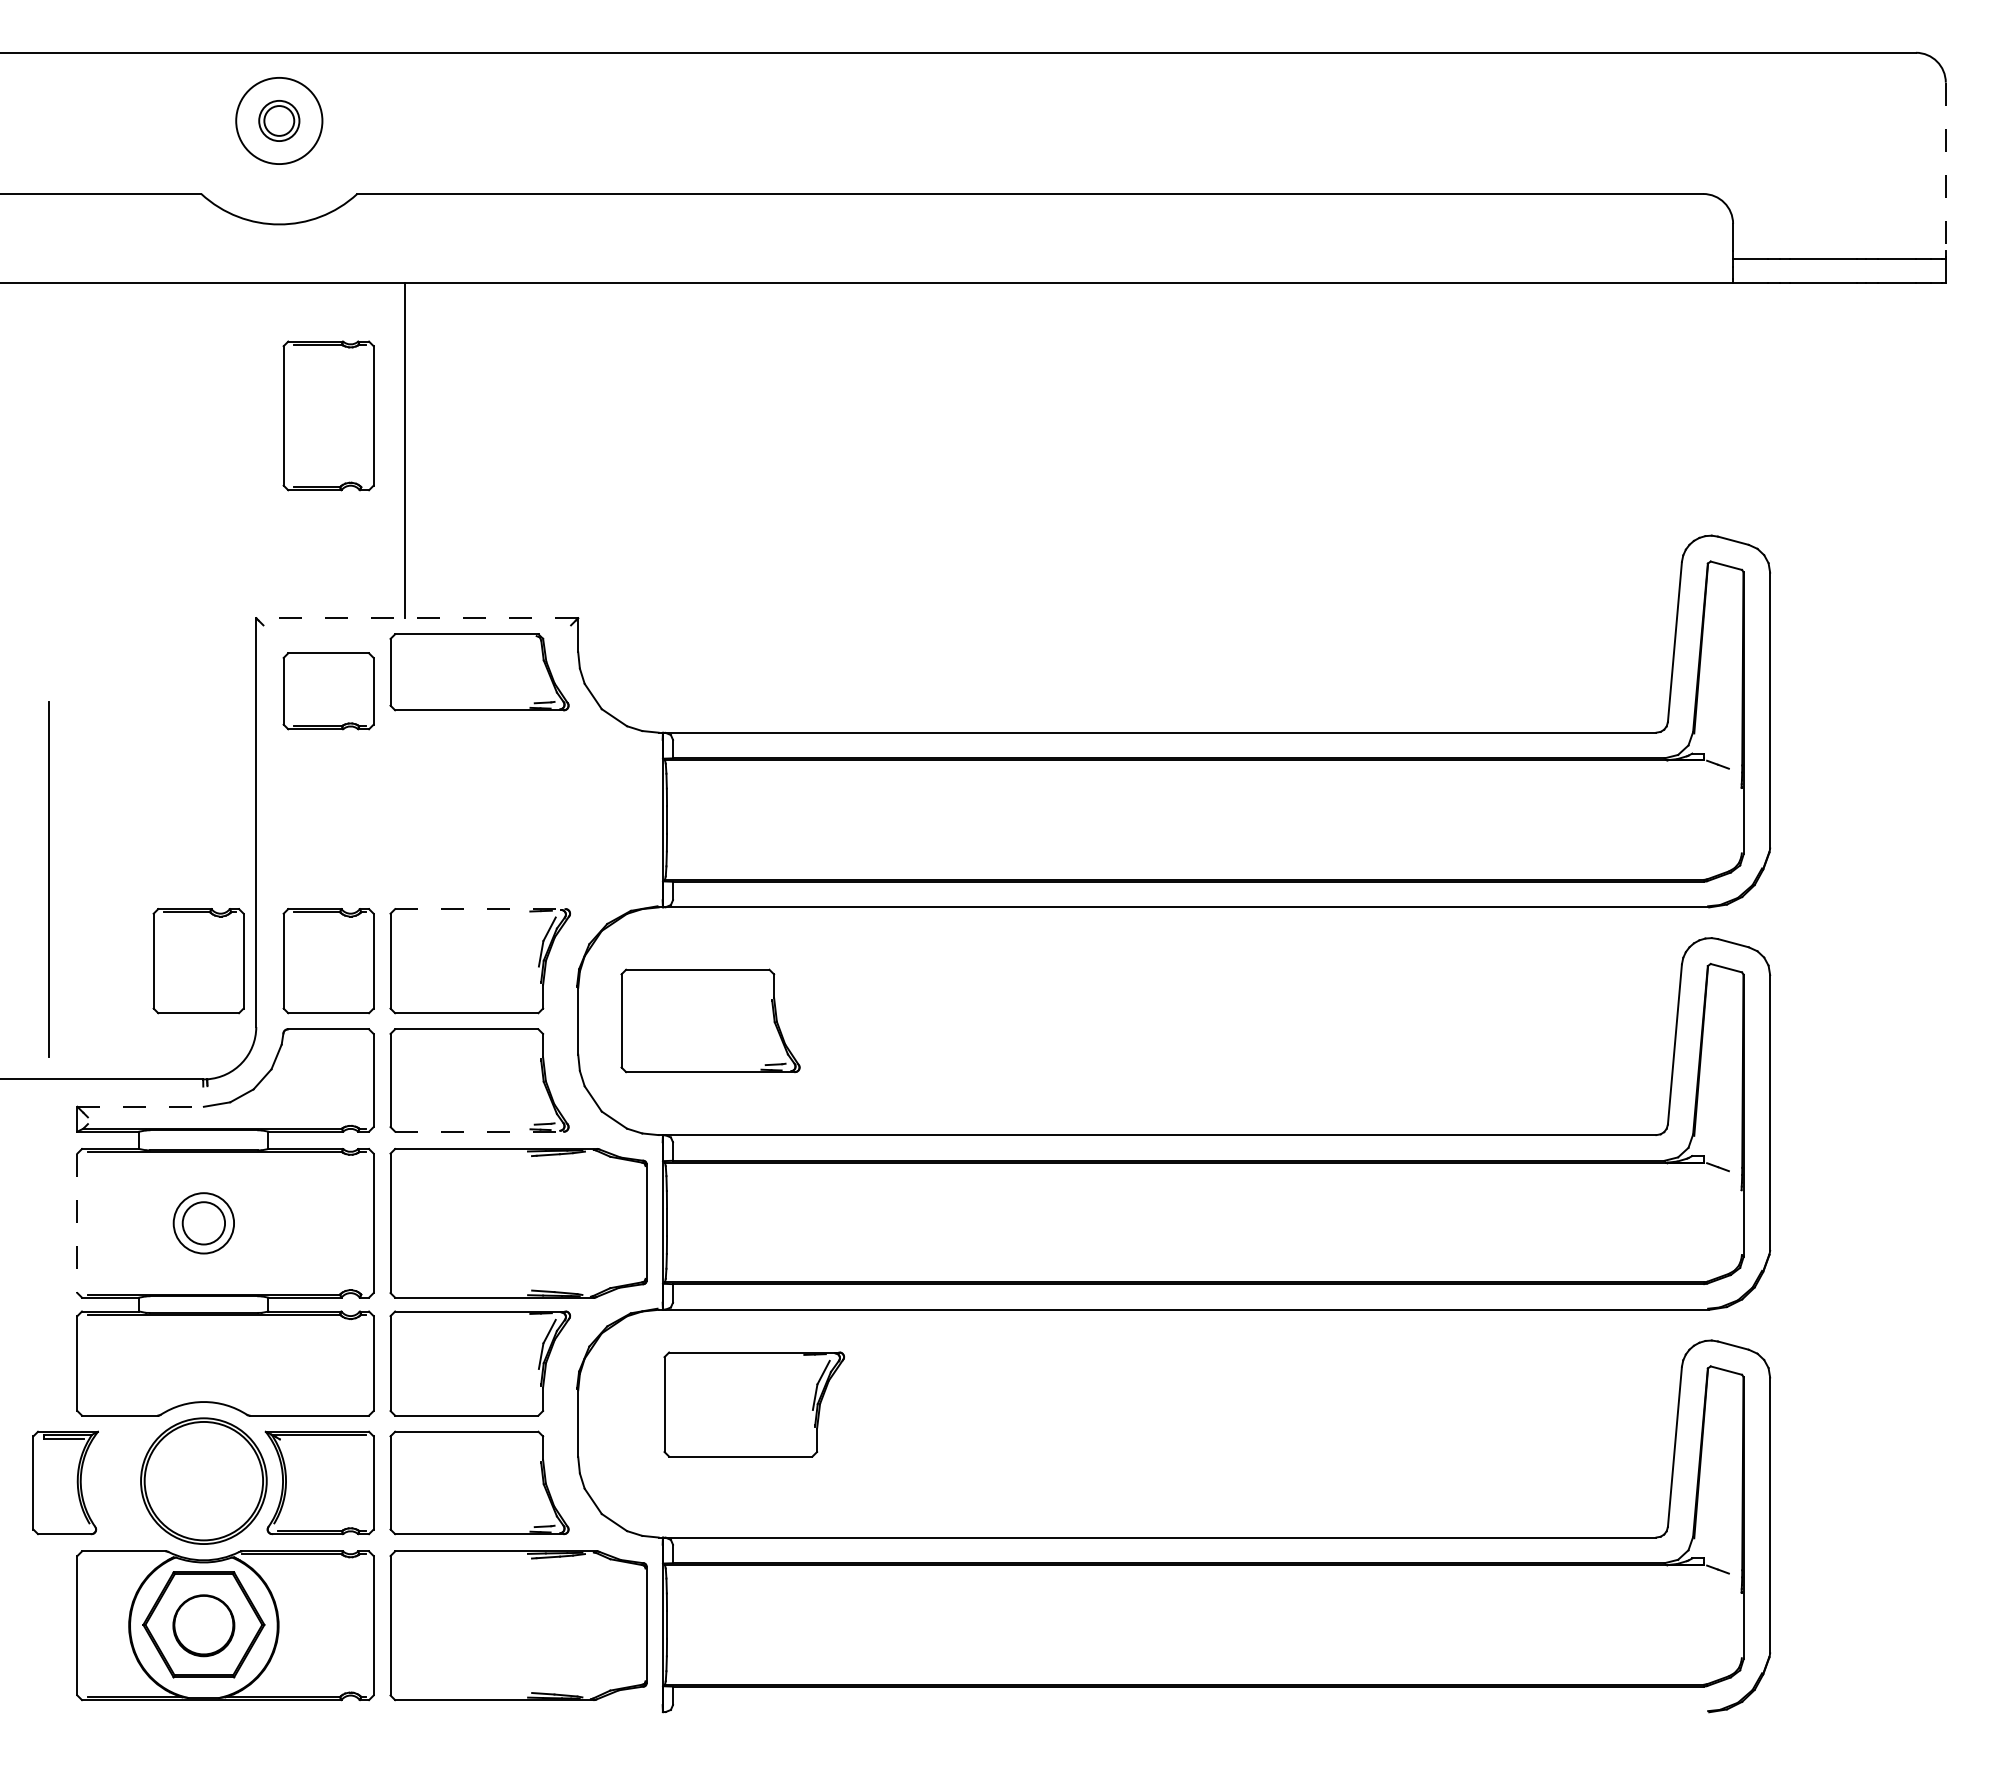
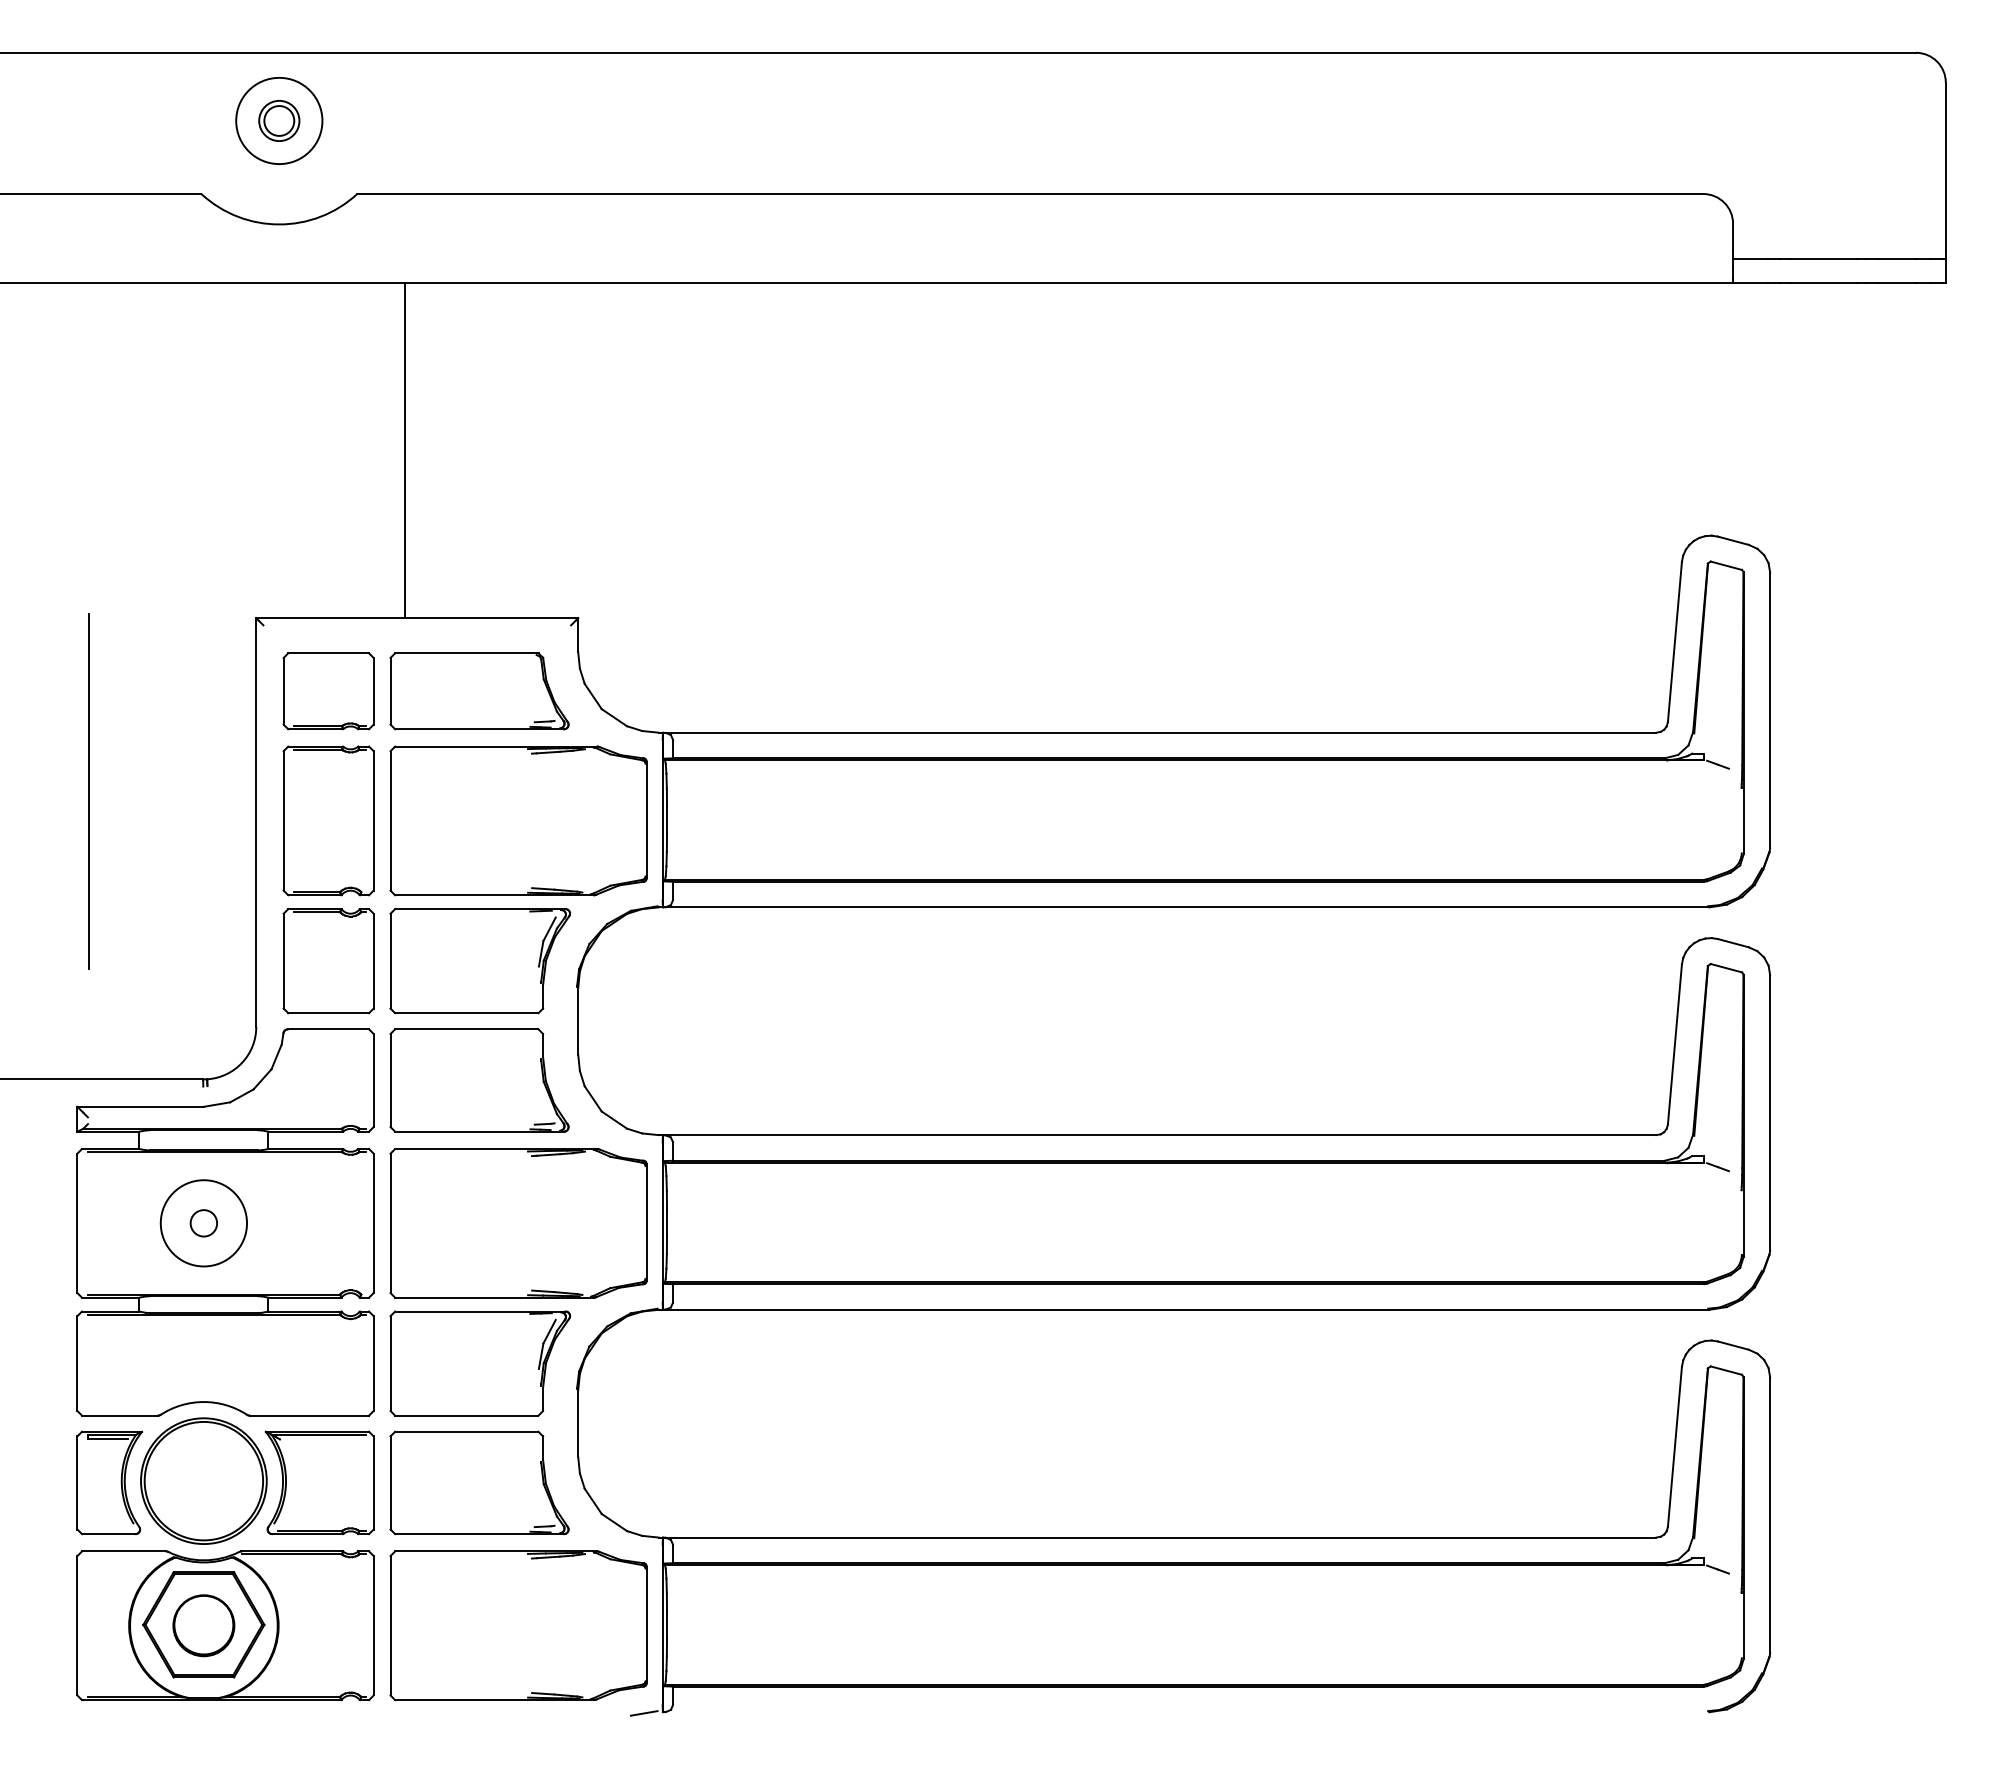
line at (1945, 167): dashed -> solid
part at (328, 415) position: (328, 415) -> (328, 820)
line at (417, 618): dashed -> solid
part at (479, 672) position: (479, 672) -> (479, 691)
part at (518, 820): none -> present
line at (48, 879) position: (48, 879) -> (88, 791)
line at (480, 909): dashed -> solid
part at (198, 961): present -> none
part at (710, 1020): present -> none
line at (141, 1106): dashed -> solid
line at (480, 1131): dashed -> solid
line at (77, 1223): dashed -> solid
circle at (203, 1223) diameter: 42 px -> 26 px
circle at (203, 1223) diameter: 60 px -> 86 px
part at (753, 1404): present -> none
part at (65, 1482) position: (65, 1482) -> (109, 1482)
line at (643, 1713): none -> present
